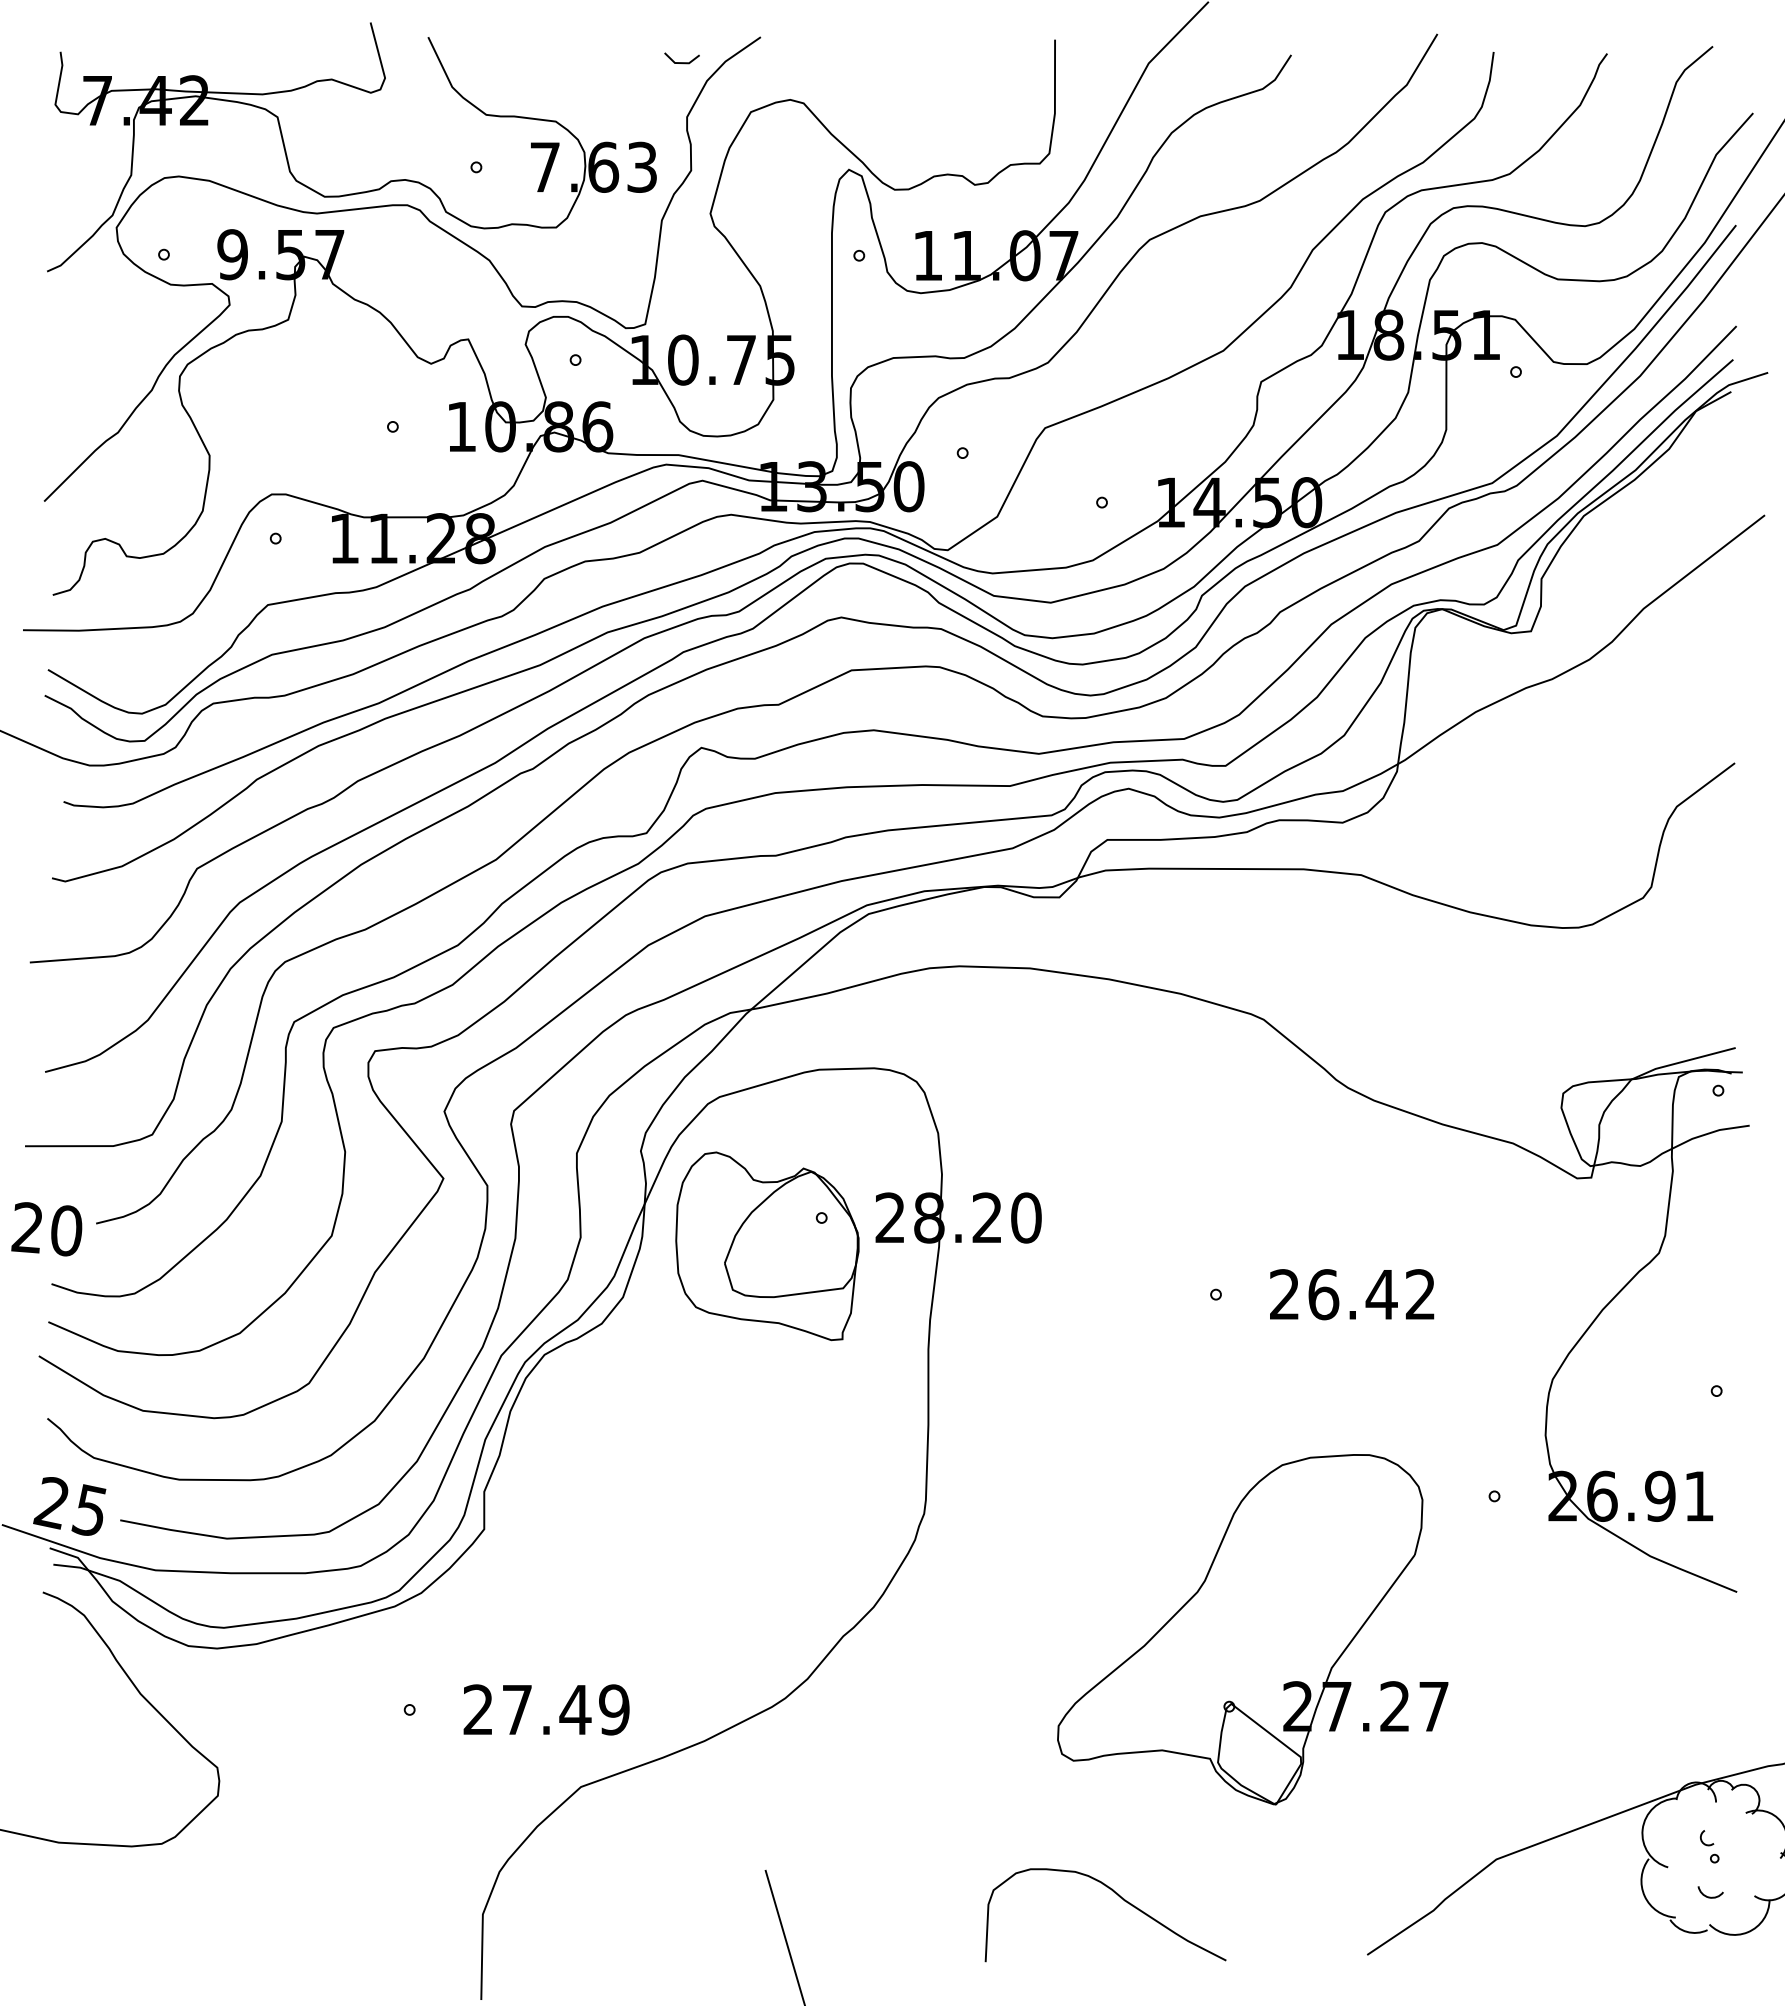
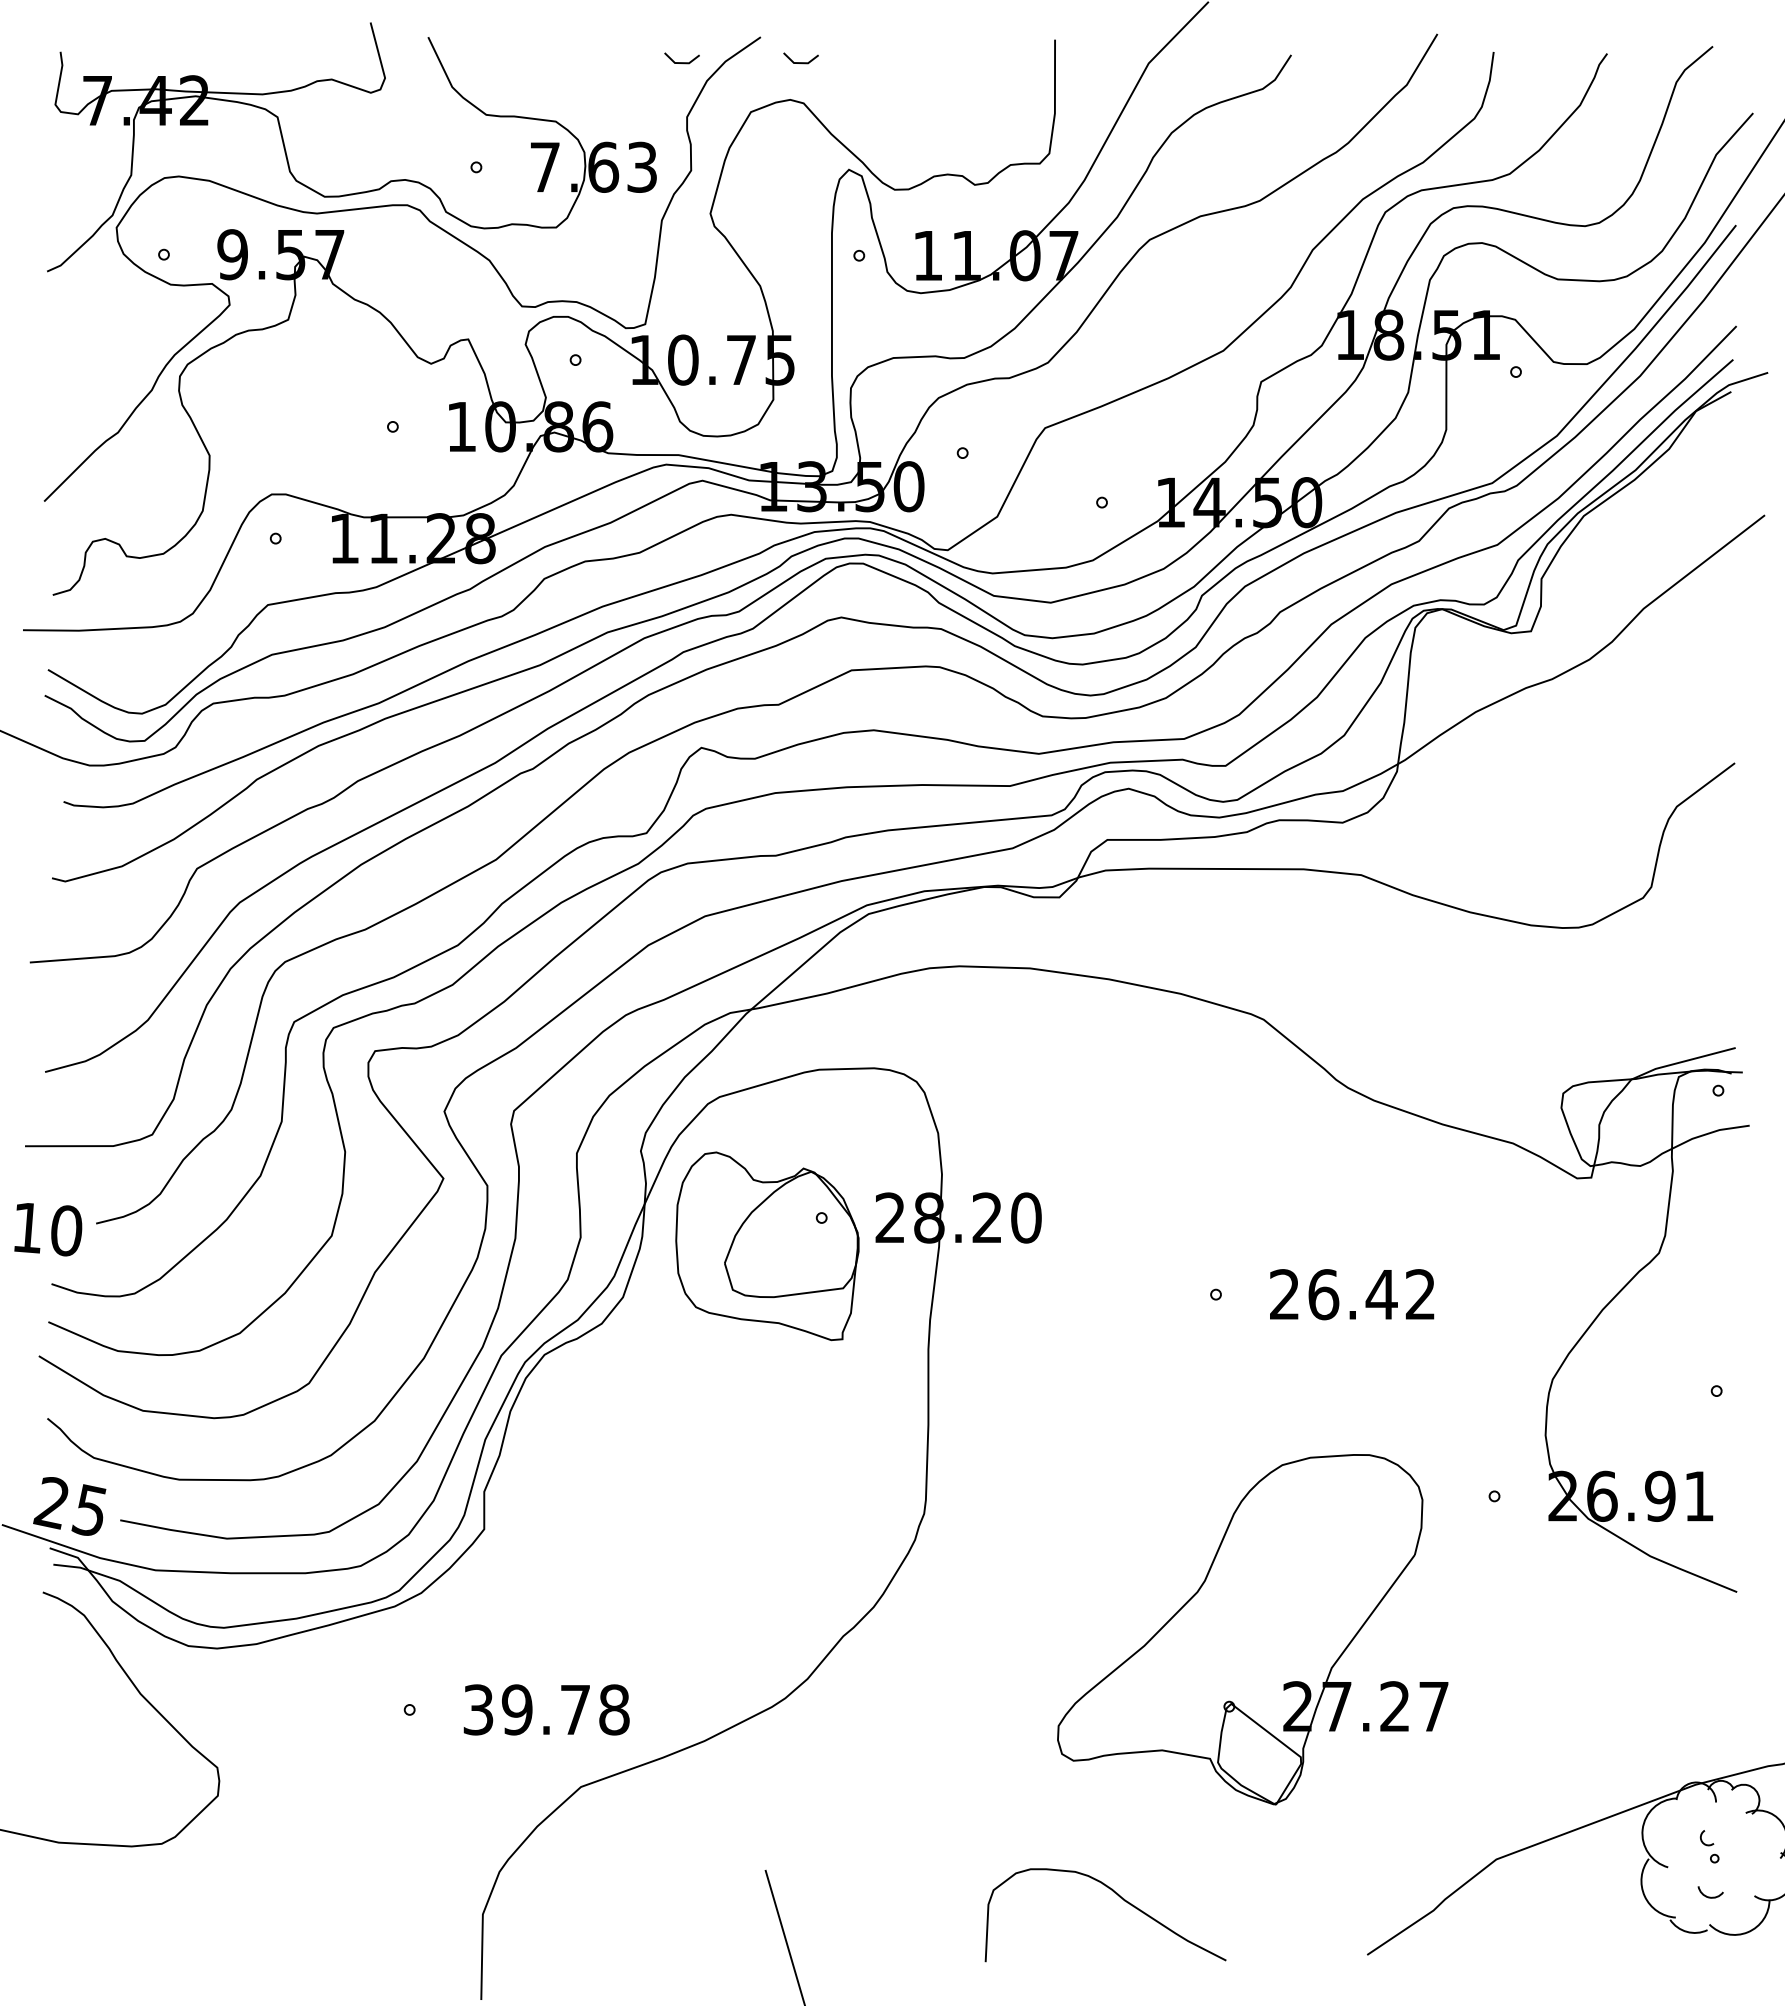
line at (800, 62): none -> present
text at (26, 1227): 20 -> 10
text at (546, 1709): 27.49 -> 39.78
